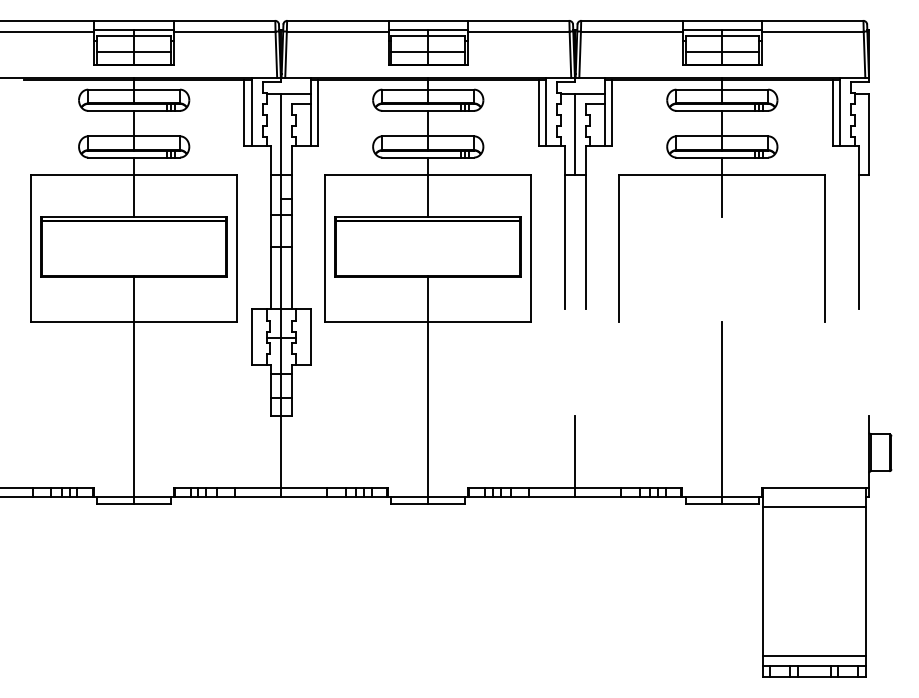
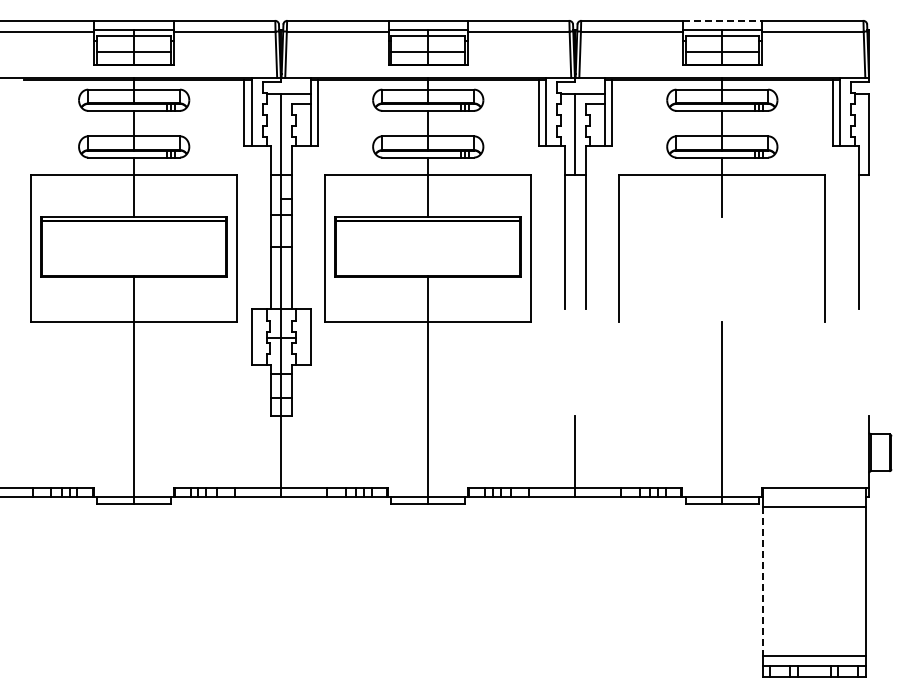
line at (722, 20): solid -> dashed
line at (762, 581): solid -> dashed
